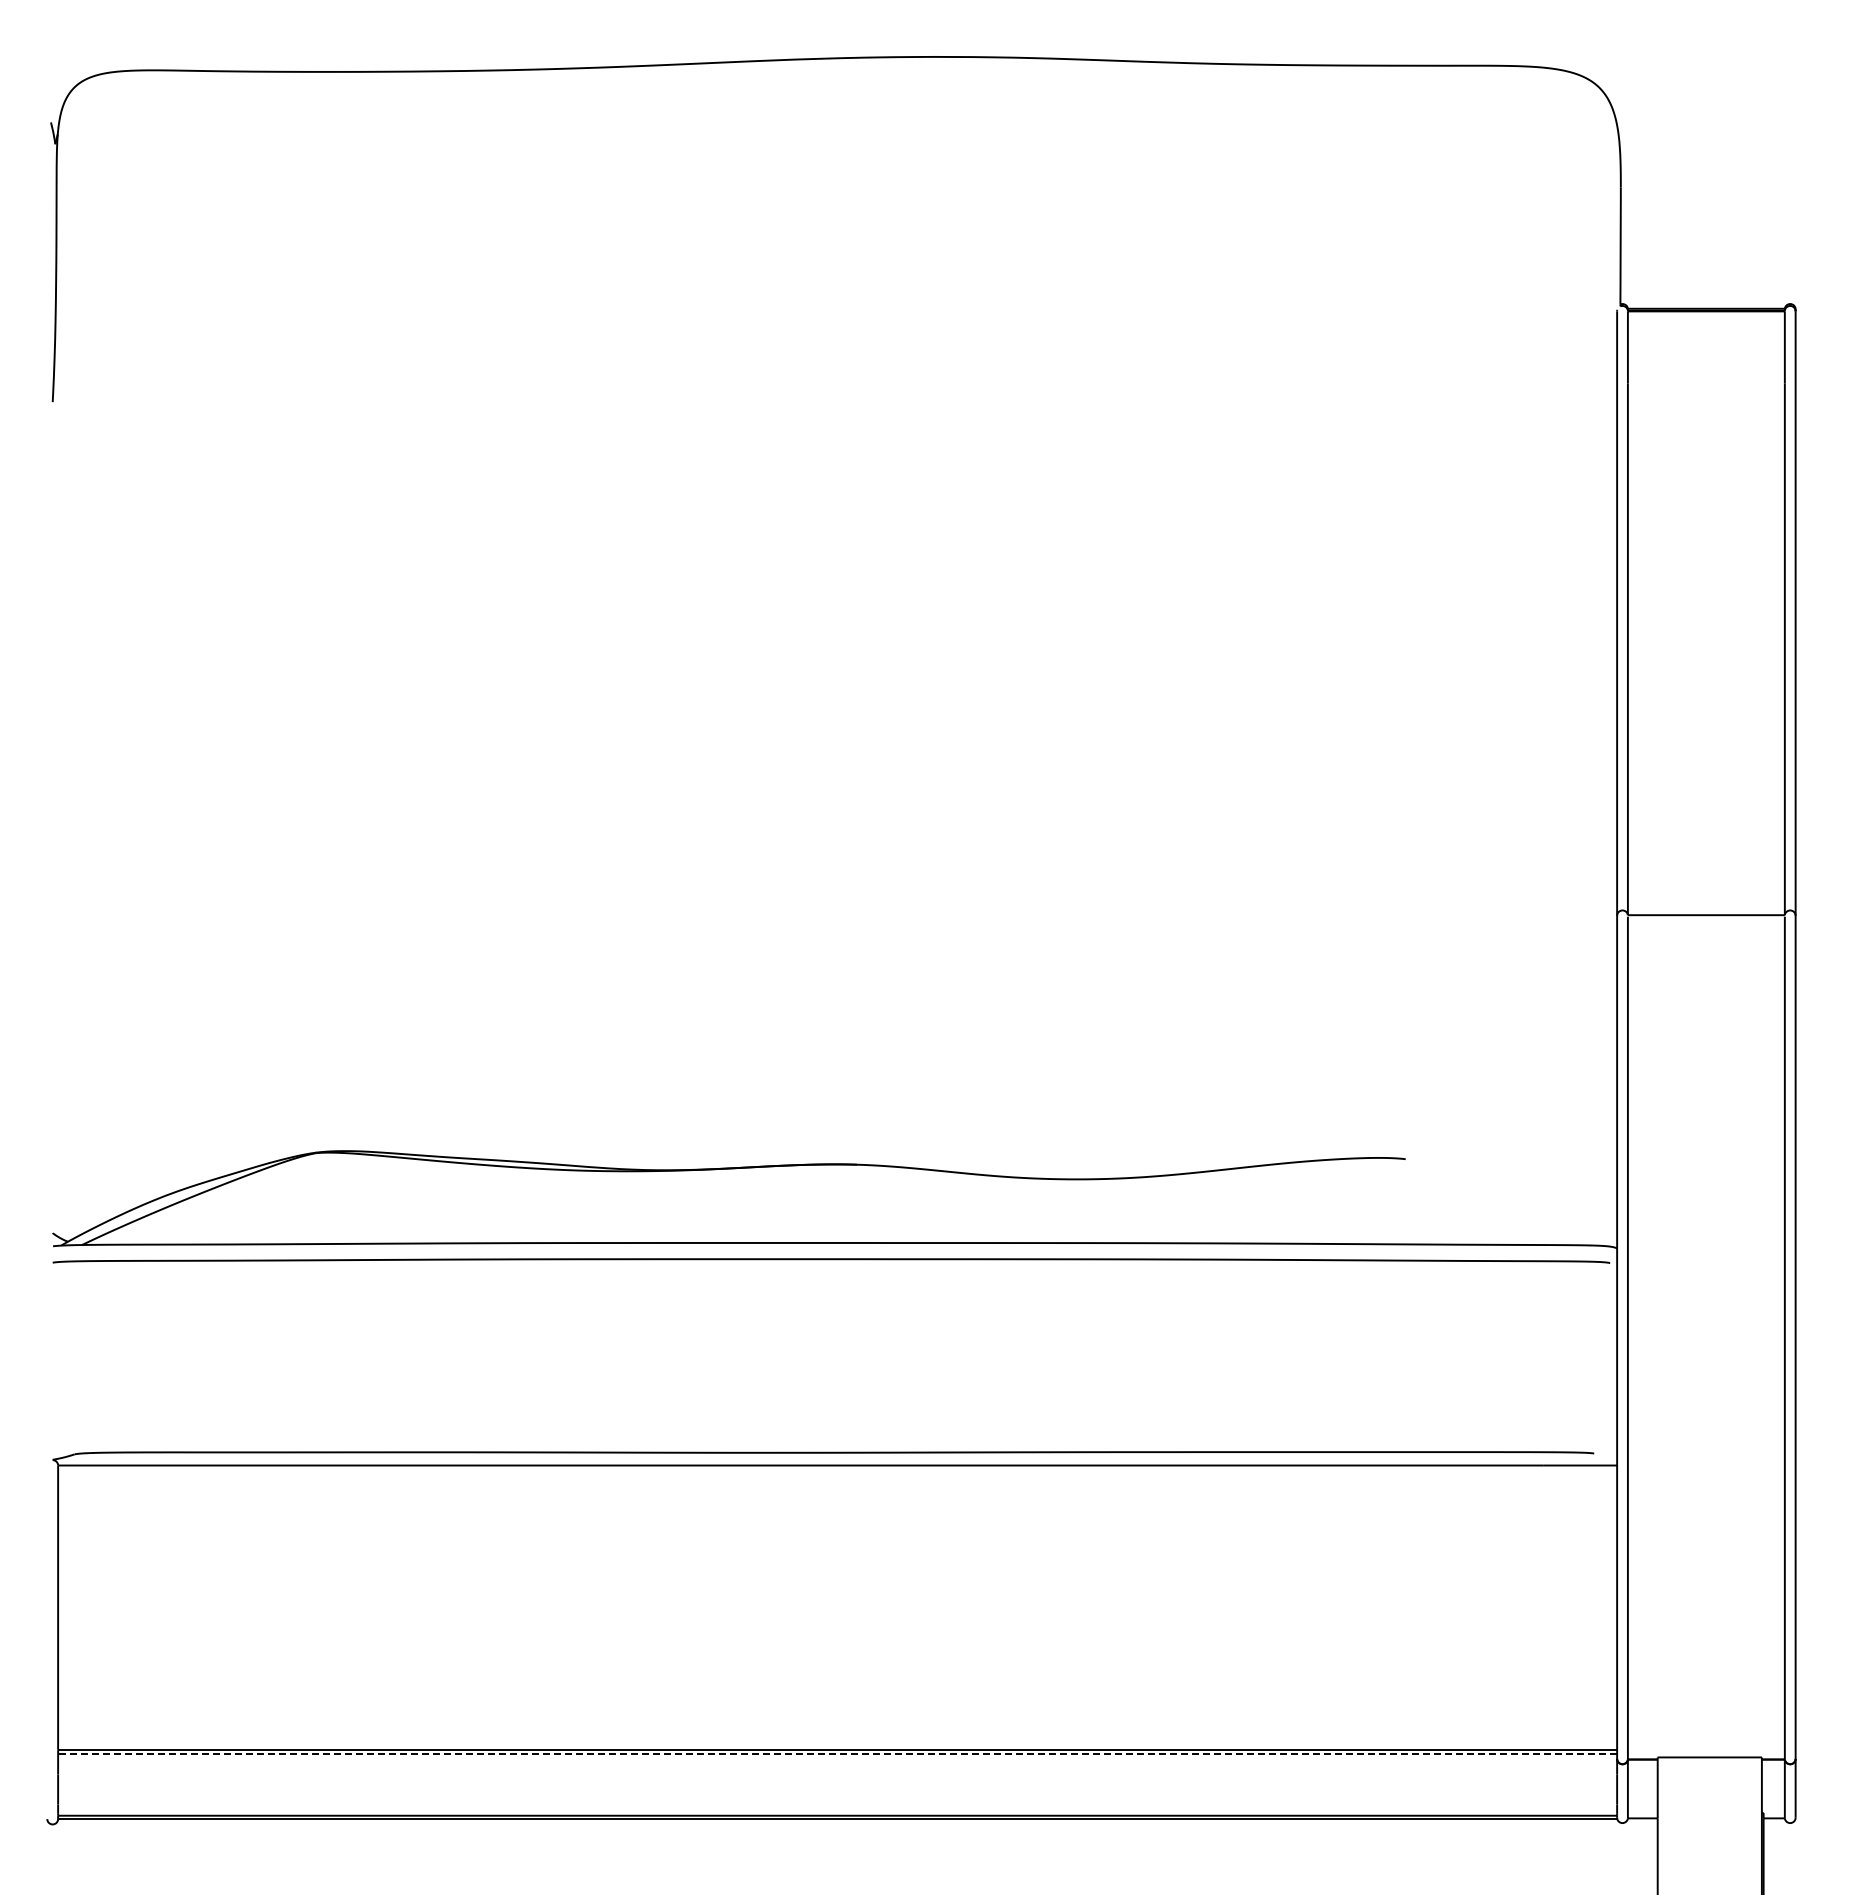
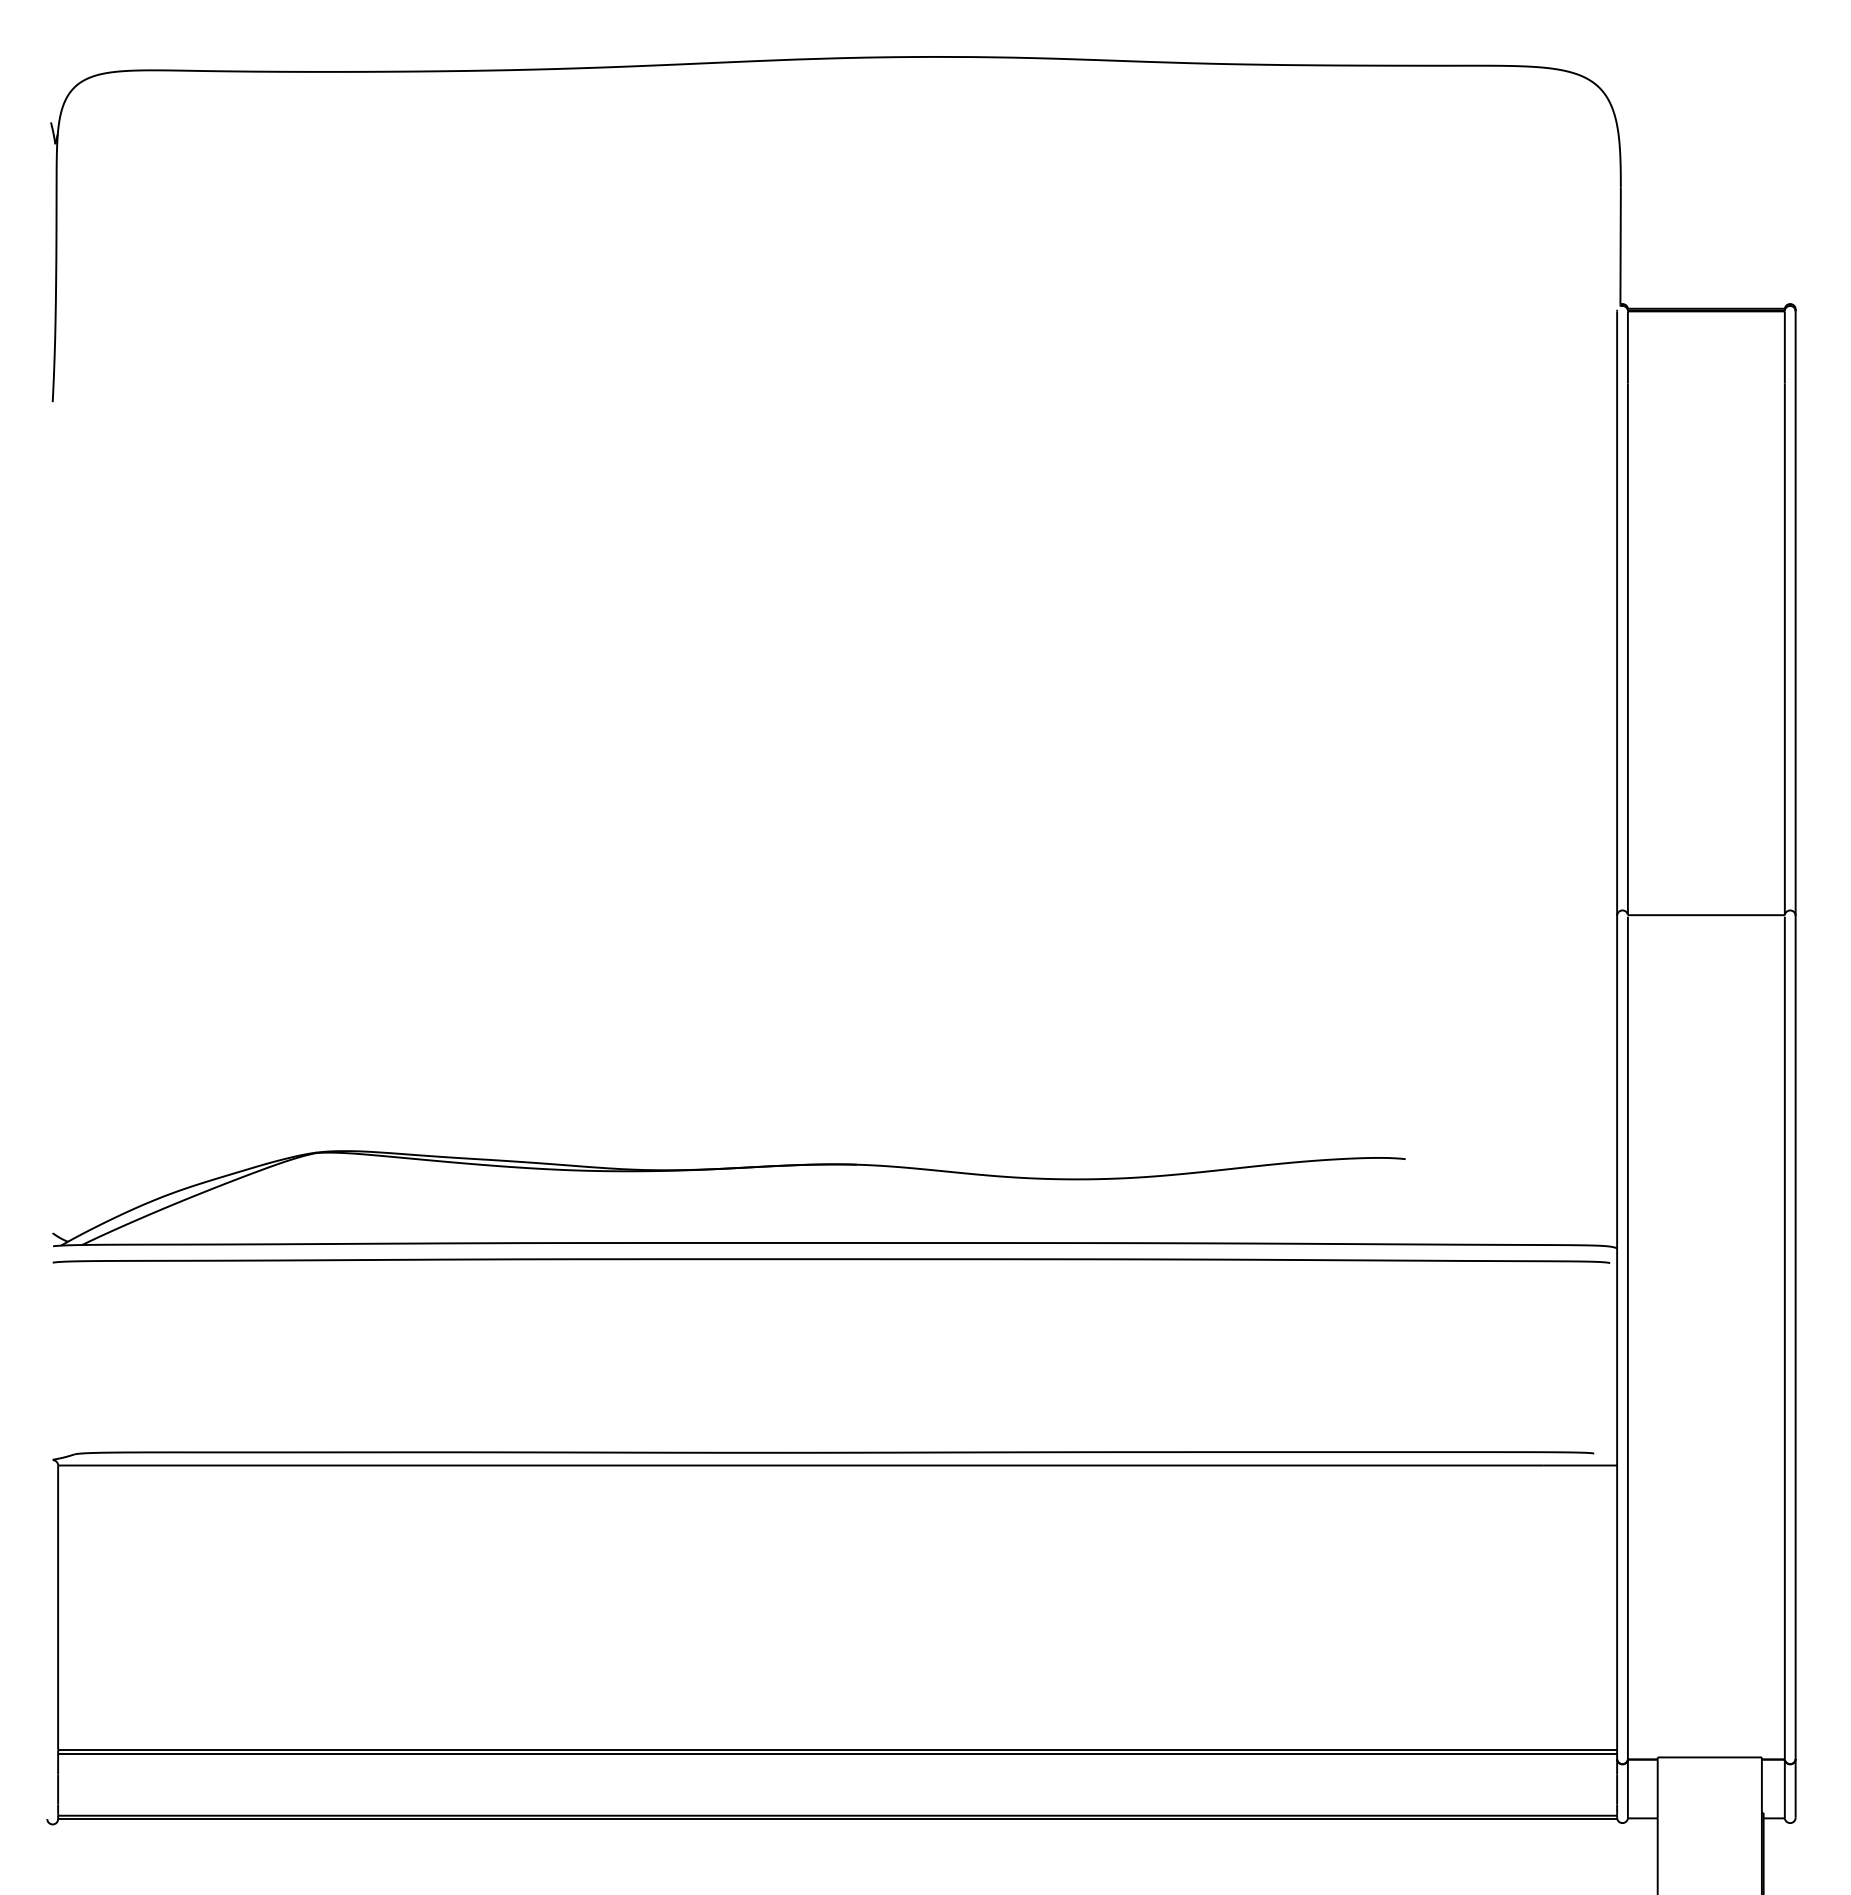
line at (837, 1754): dashed -> solid
